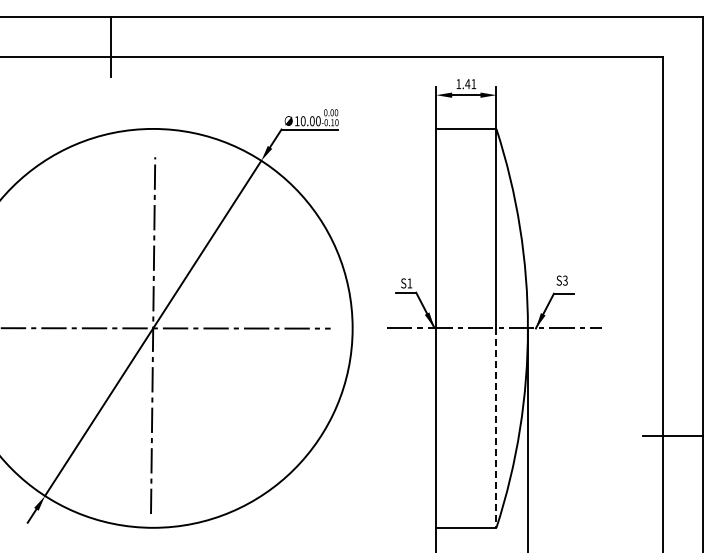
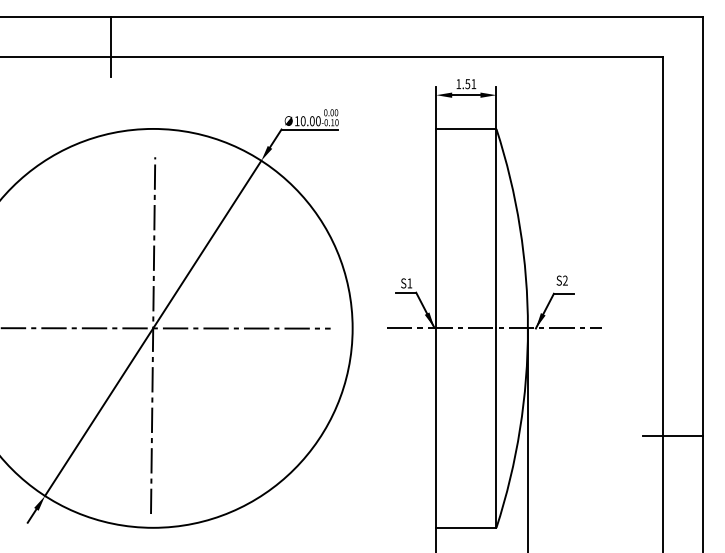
text at (467, 84): 1.41 -> 1.51
text at (565, 280): S3 -> S2
line at (496, 428): dashed -> solid
